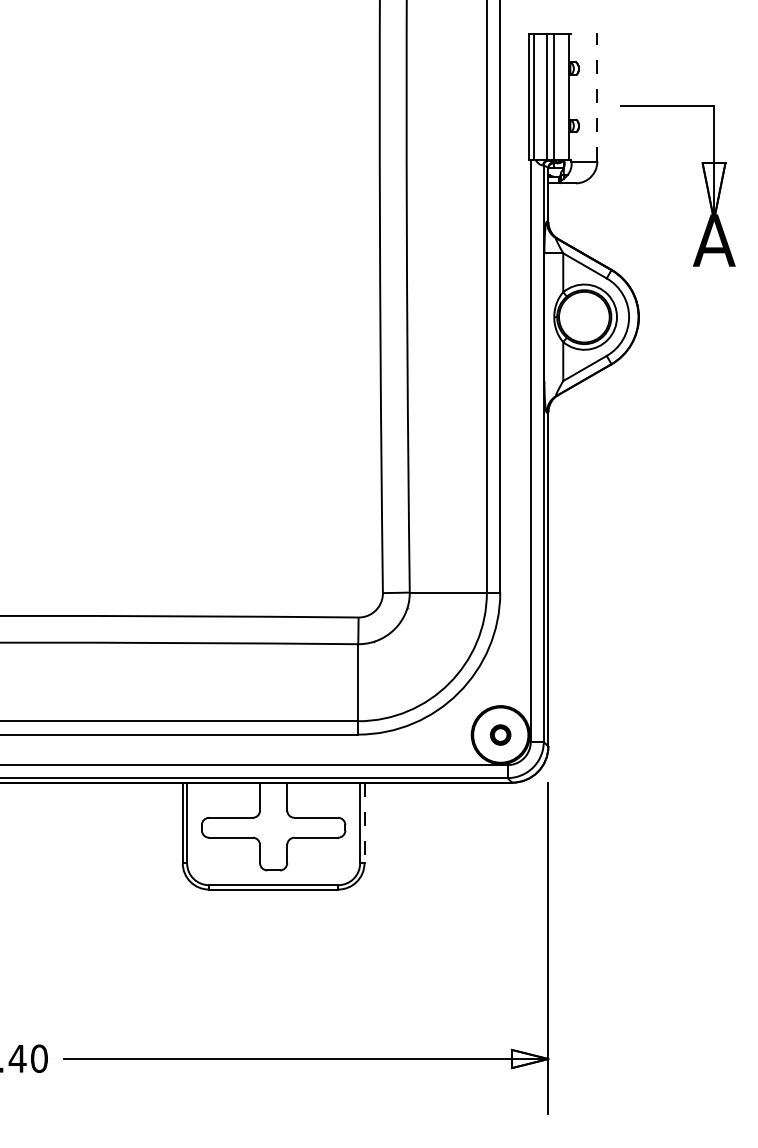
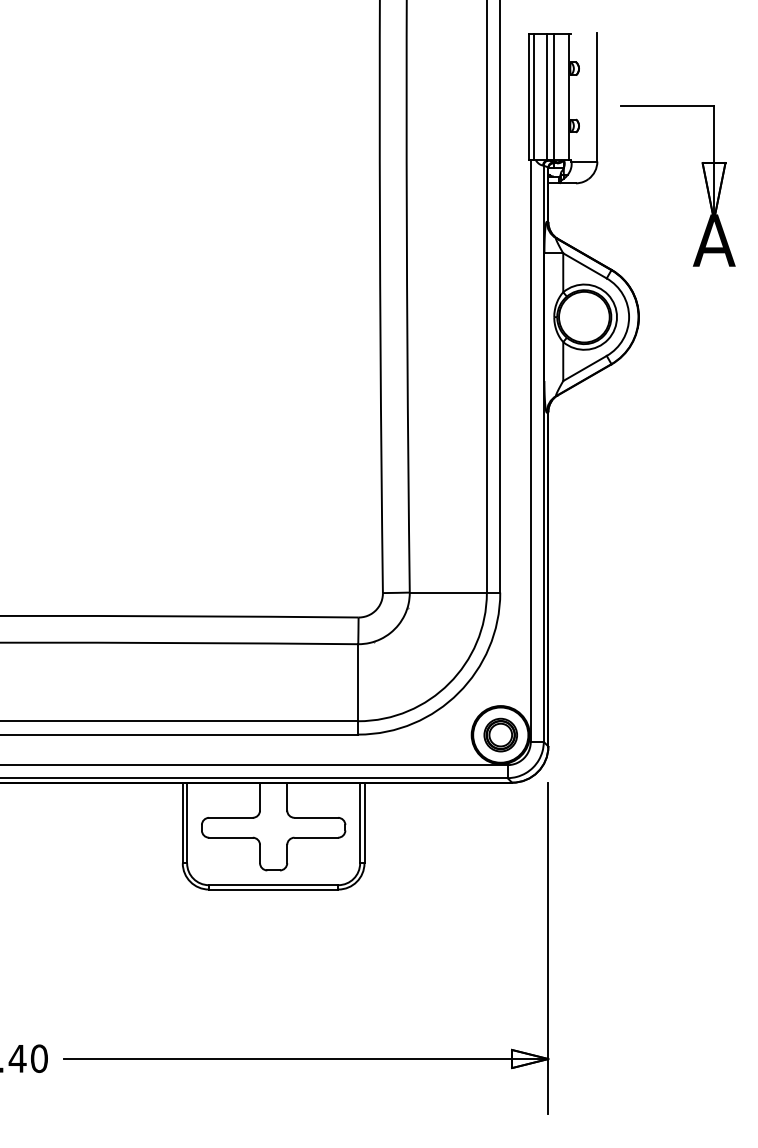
line at (597, 96): dashed -> solid
part at (500, 734) size: 22x22 px -> 35x36 px
line at (364, 823): dashed -> solid
